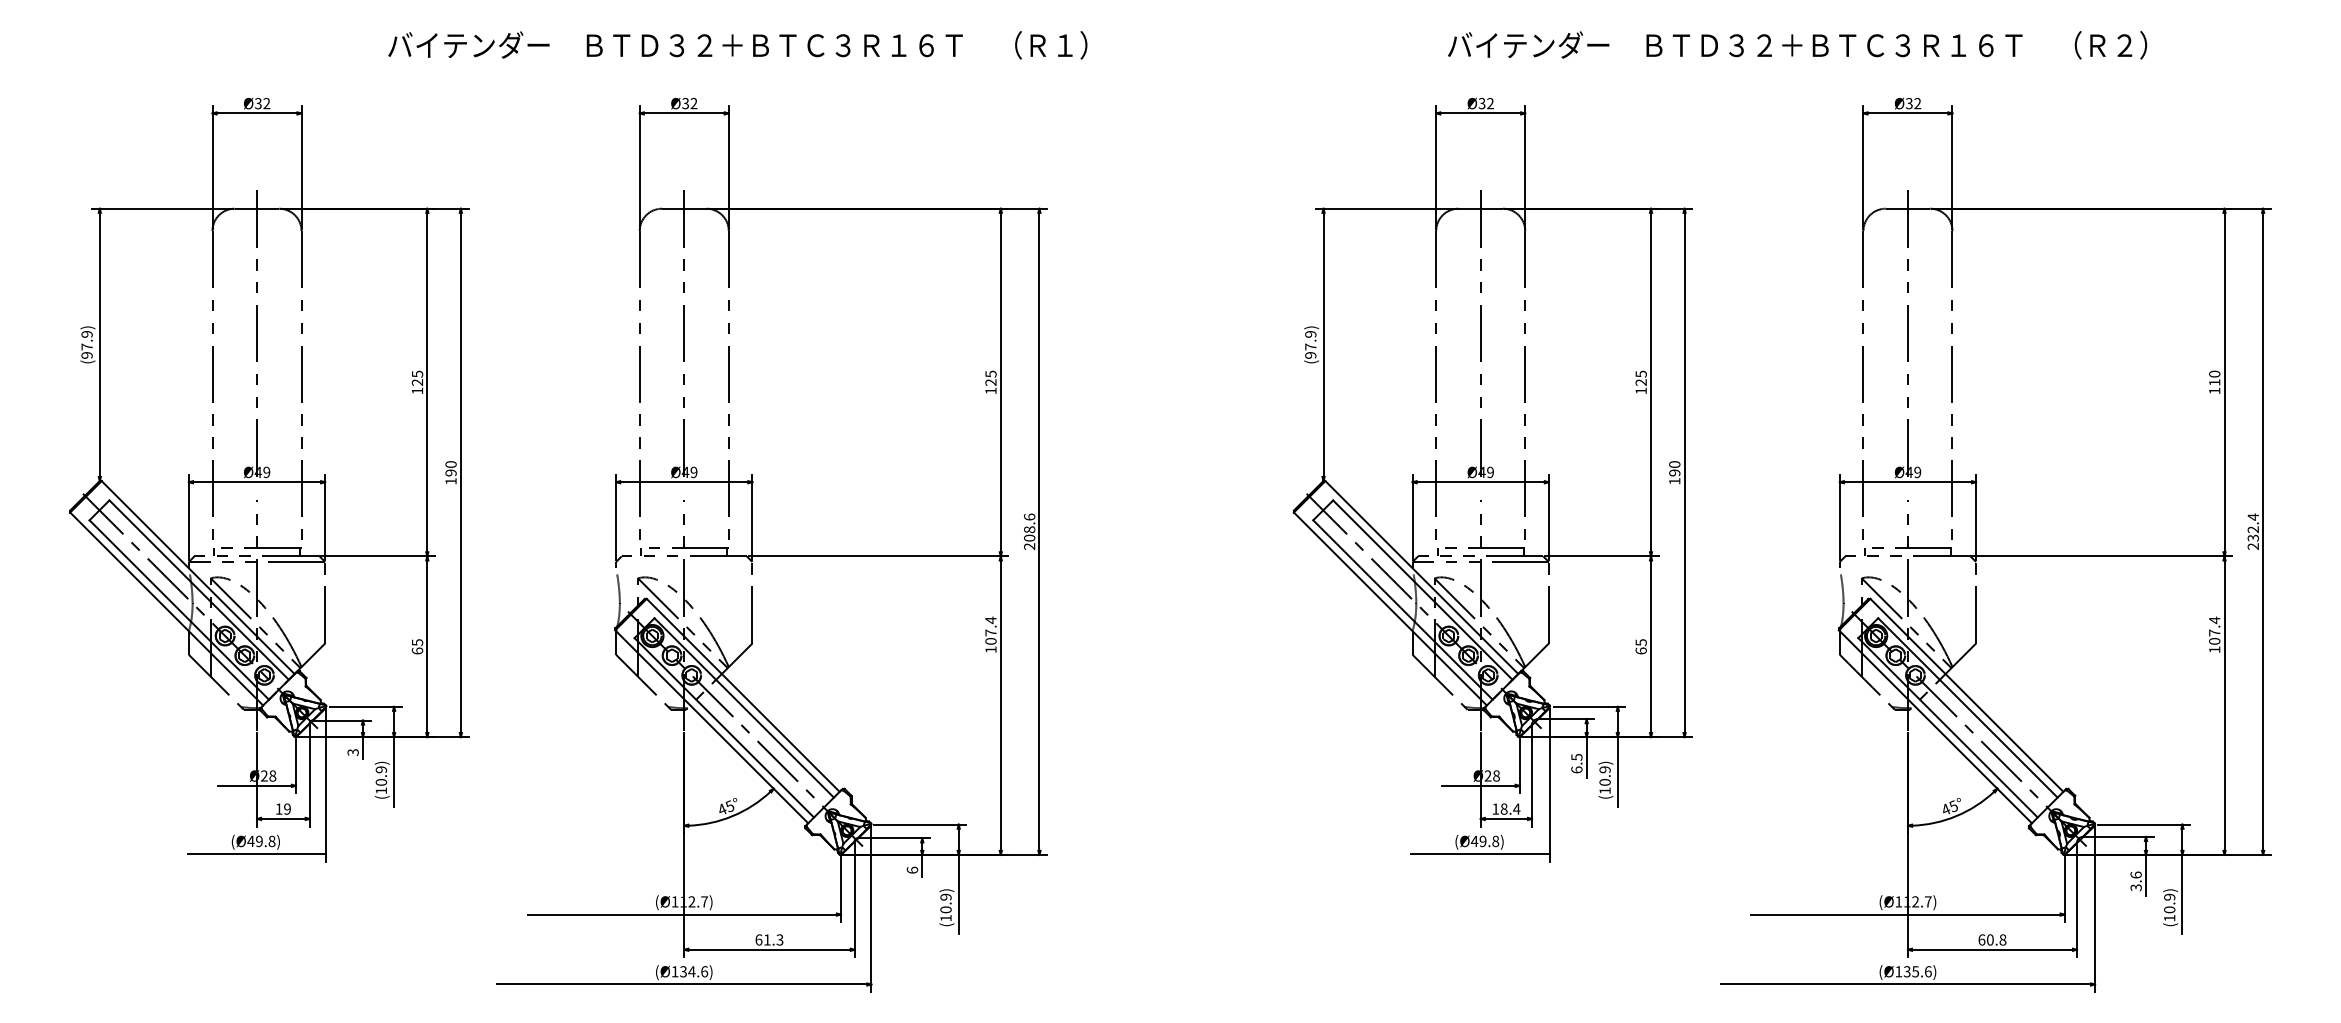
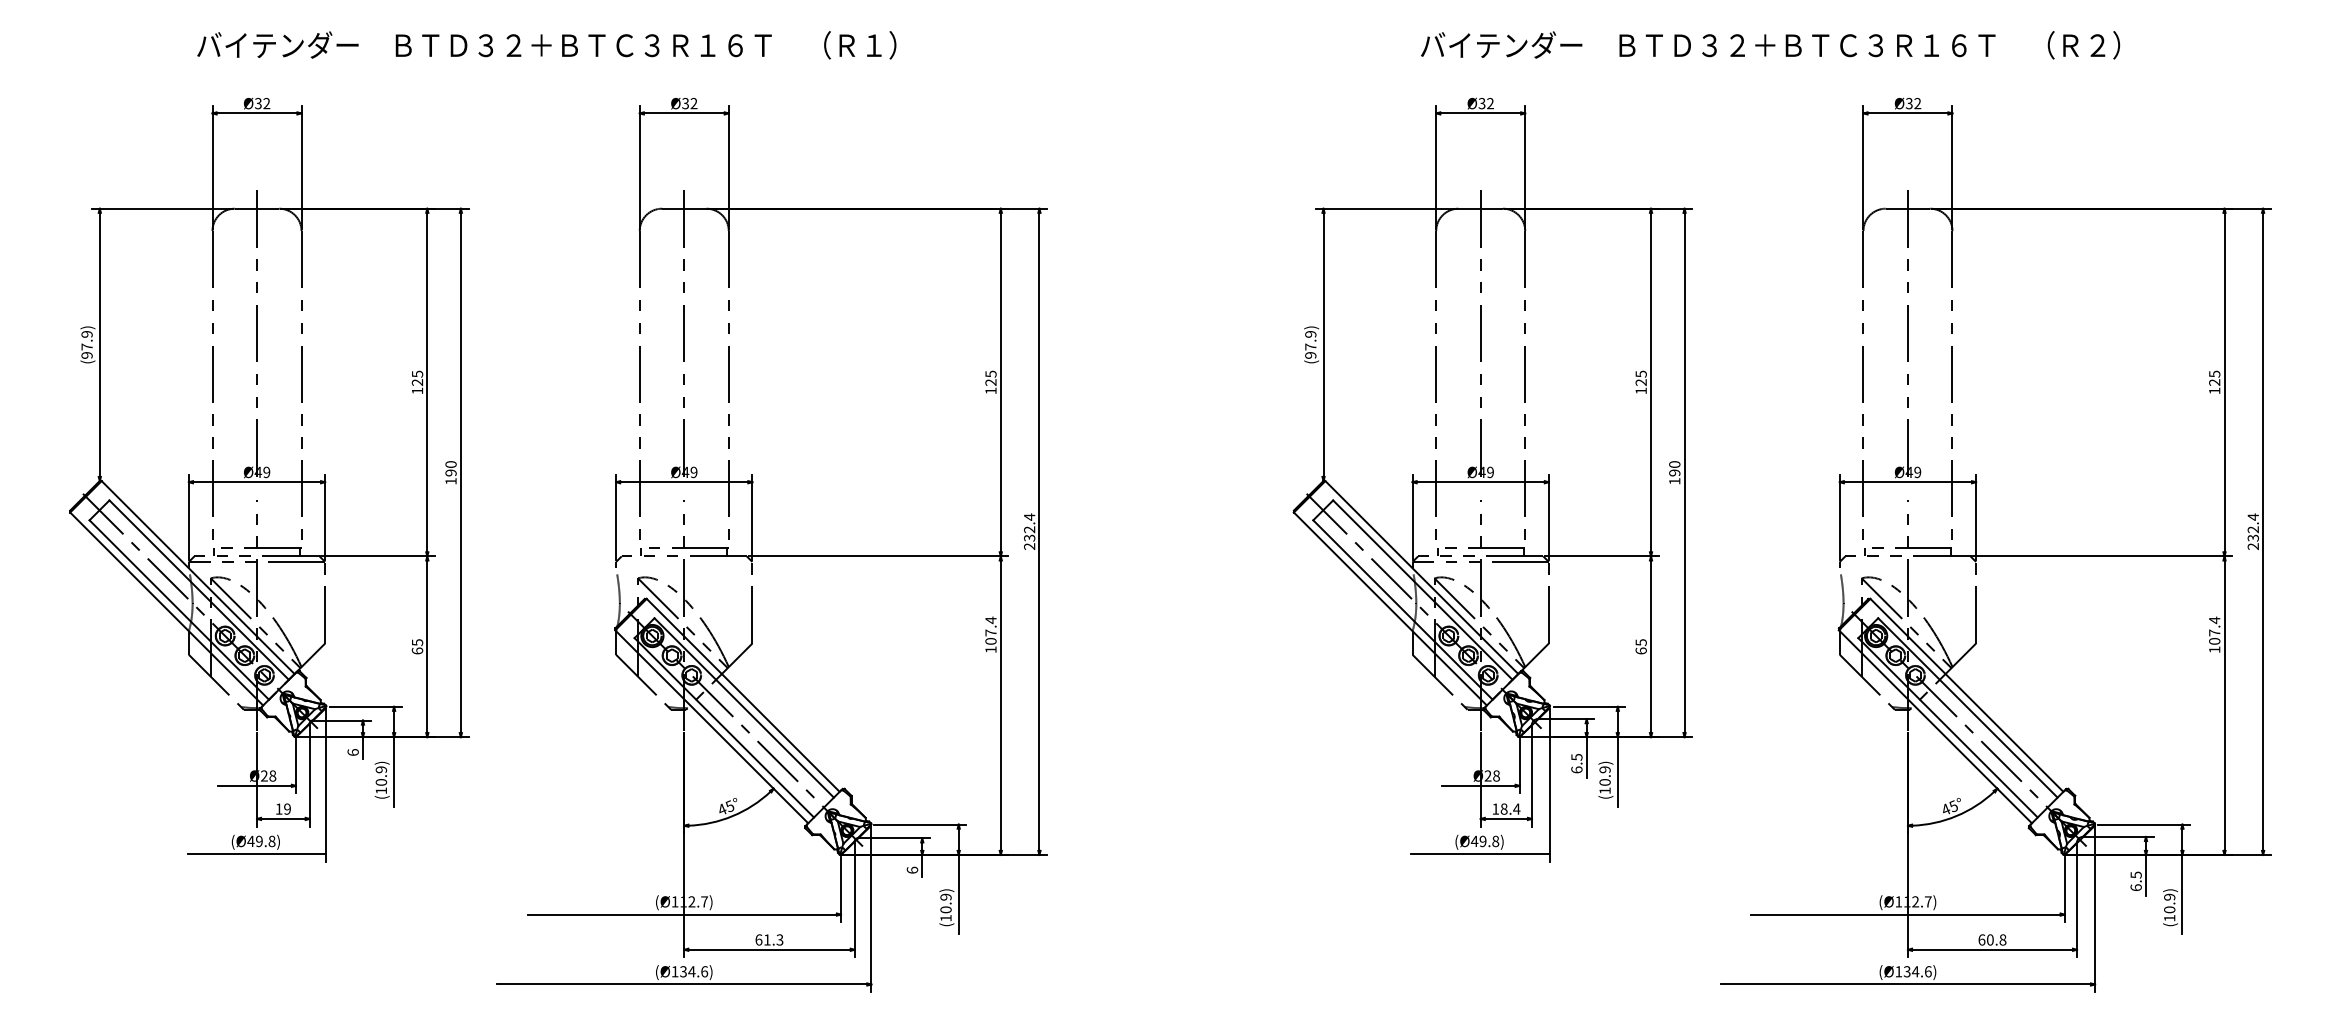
text at (737, 45) position: (737, 45) -> (546, 45)
text at (1797, 45) position: (1797, 45) -> (1770, 45)
text at (2214, 377): 110 -> 125
text at (1029, 527): 208.6 -> 232.4
text at (352, 752): 3 -> 6
text at (2135, 881): 3.6 -> 6.5
text at (1915, 971): (Ø135.6) -> (Ø134.6)
